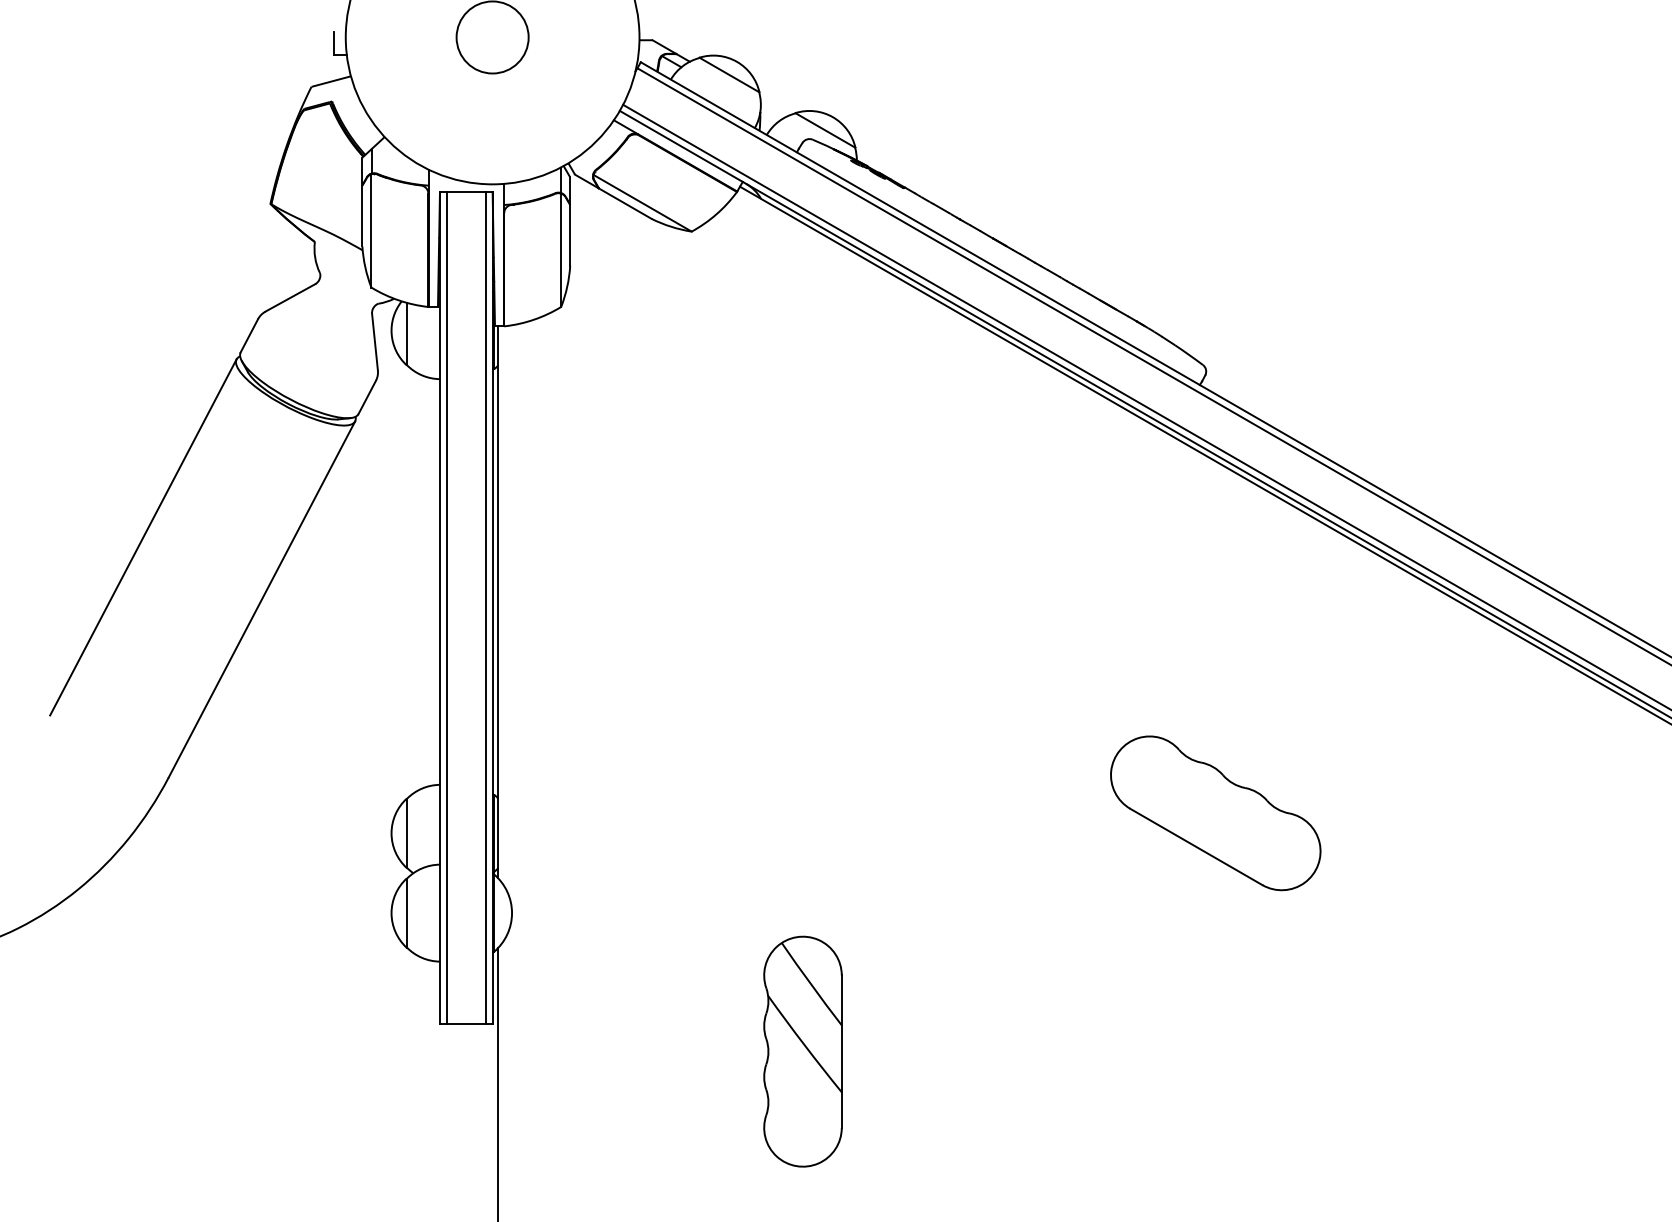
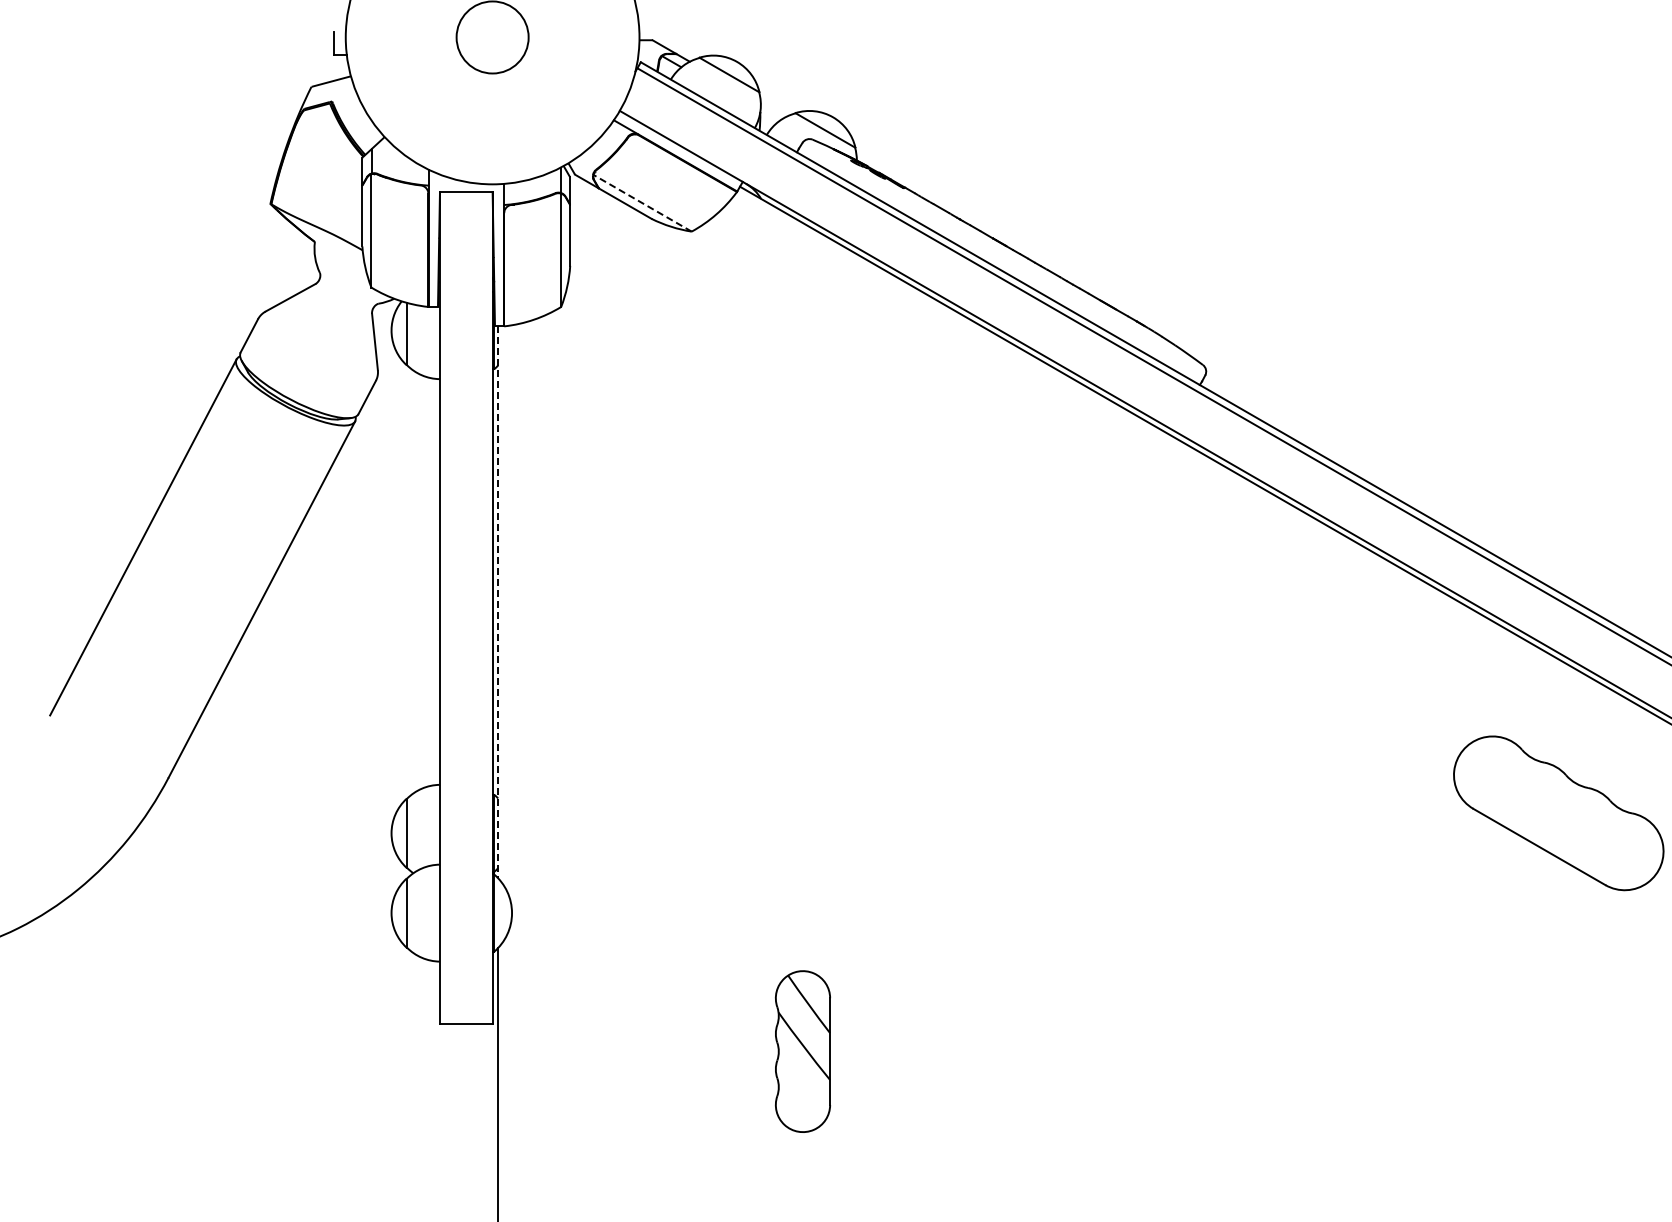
line at (642, 203): solid -> dashed
line at (1145, 406): present -> none
line at (498, 602): solid -> dashed
line at (446, 607): present -> none
line at (485, 607): present -> none
part at (1215, 813) position: (1215, 813) -> (1558, 813)
part at (802, 1051) size: 80x233 px -> 56x163 px
